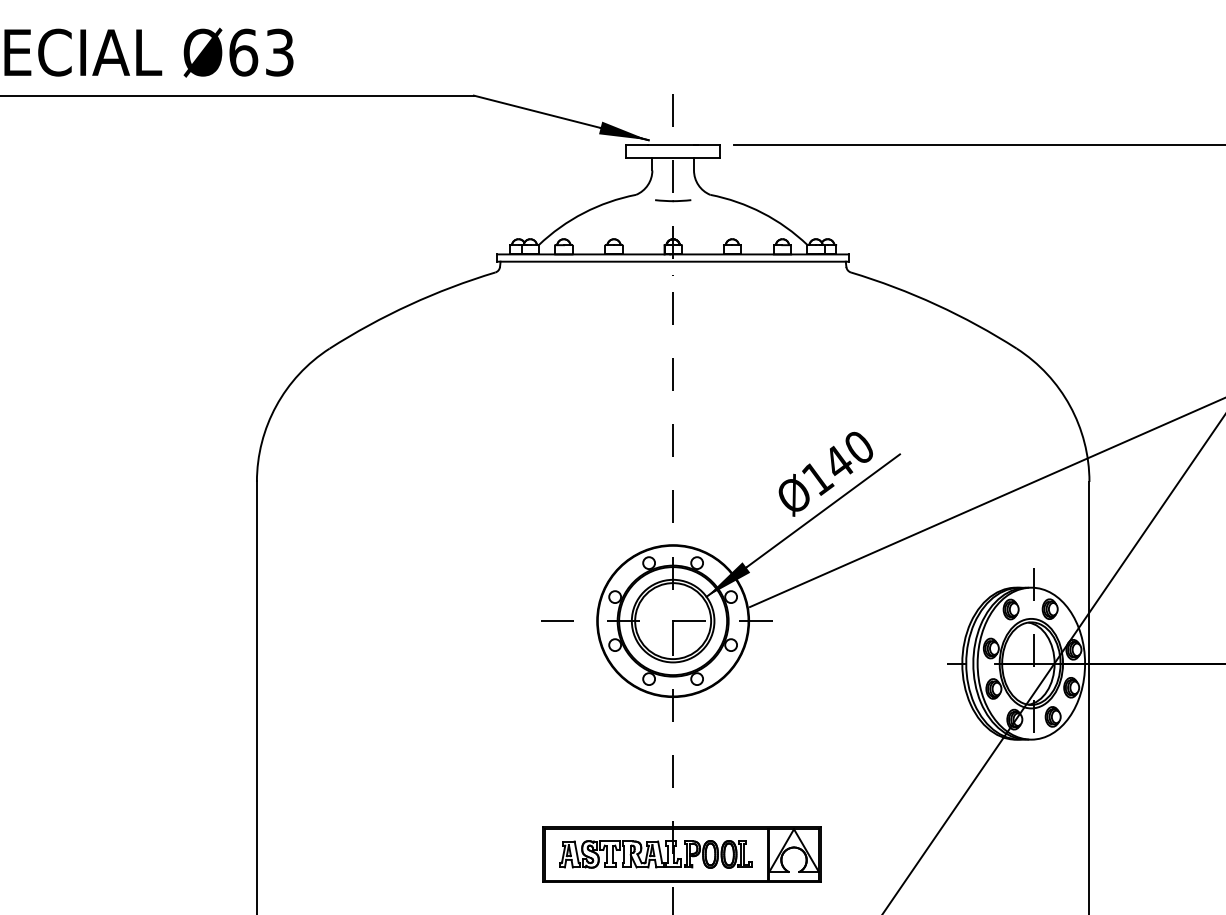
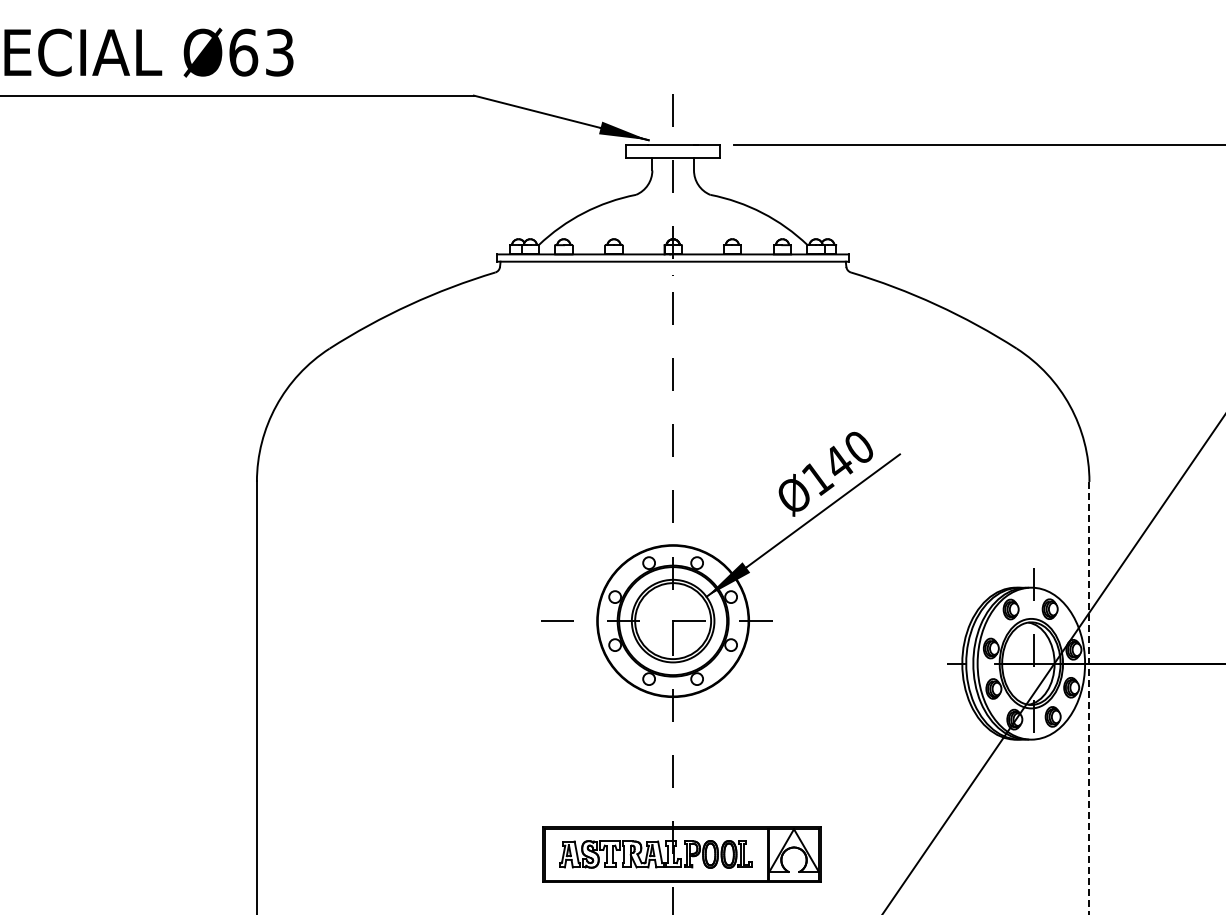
line at (673, 200): present -> none
line at (985, 502): present -> none
line at (1089, 698): solid -> dashed
